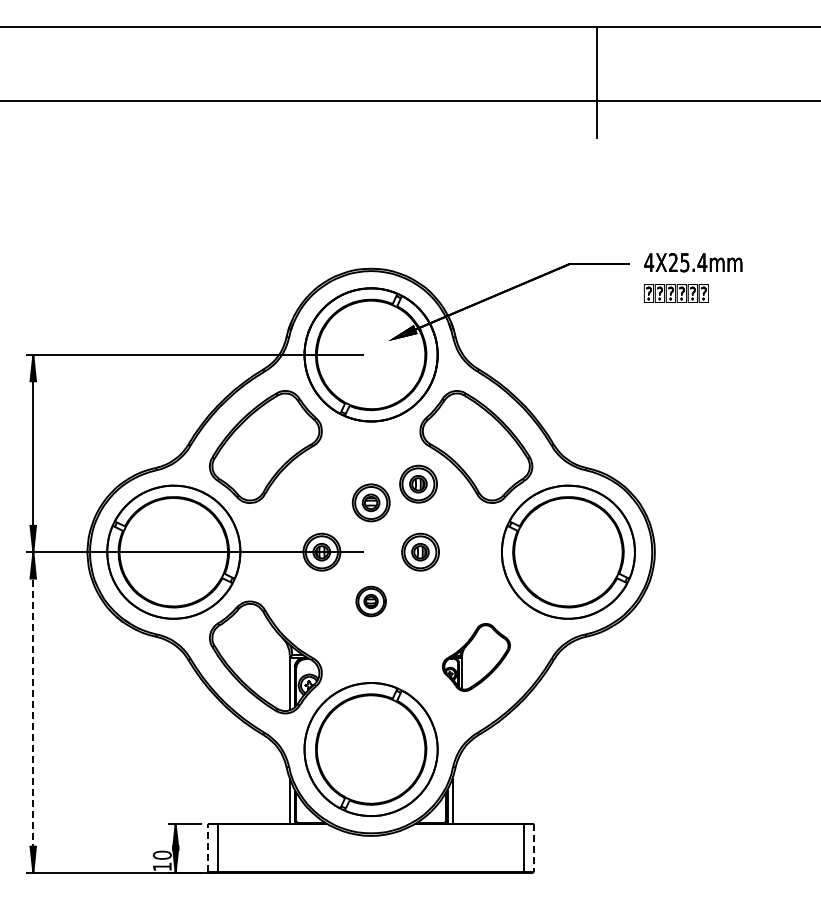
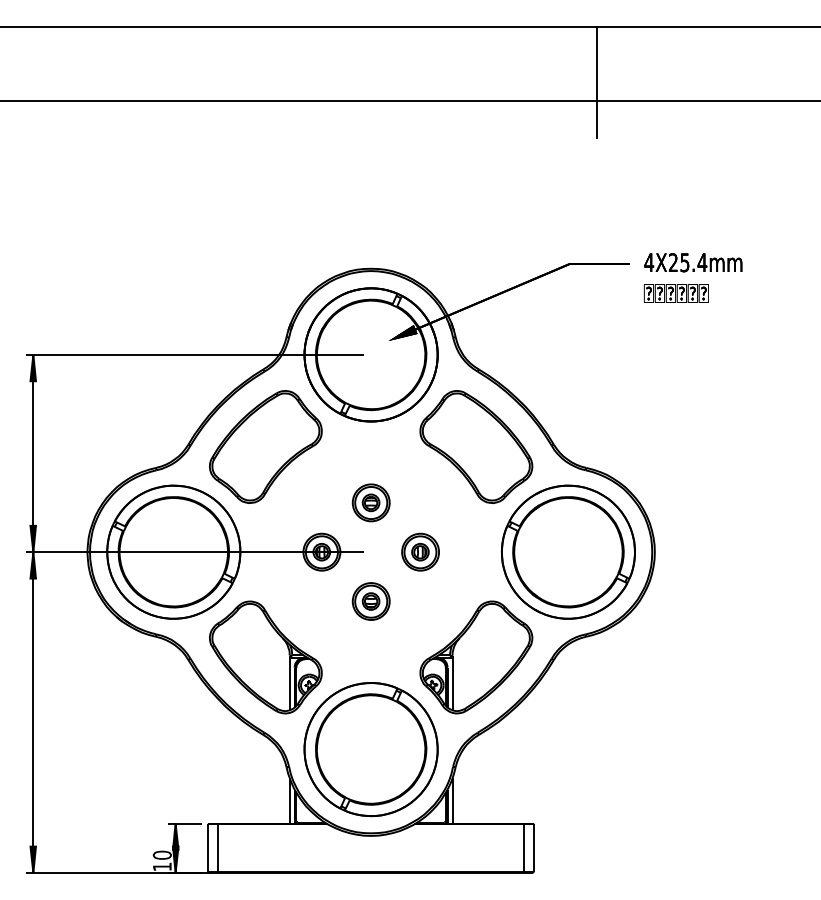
part at (418, 483): present -> none
part at (370, 601) size: 32x33 px -> 40x39 px
part at (476, 657) size: 69x69 px -> 115x115 px
line at (33, 712): dashed -> solid
line at (208, 848): dashed -> solid
line at (533, 848): dashed -> solid
